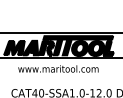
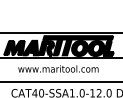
line at (60, 81): none -> present
